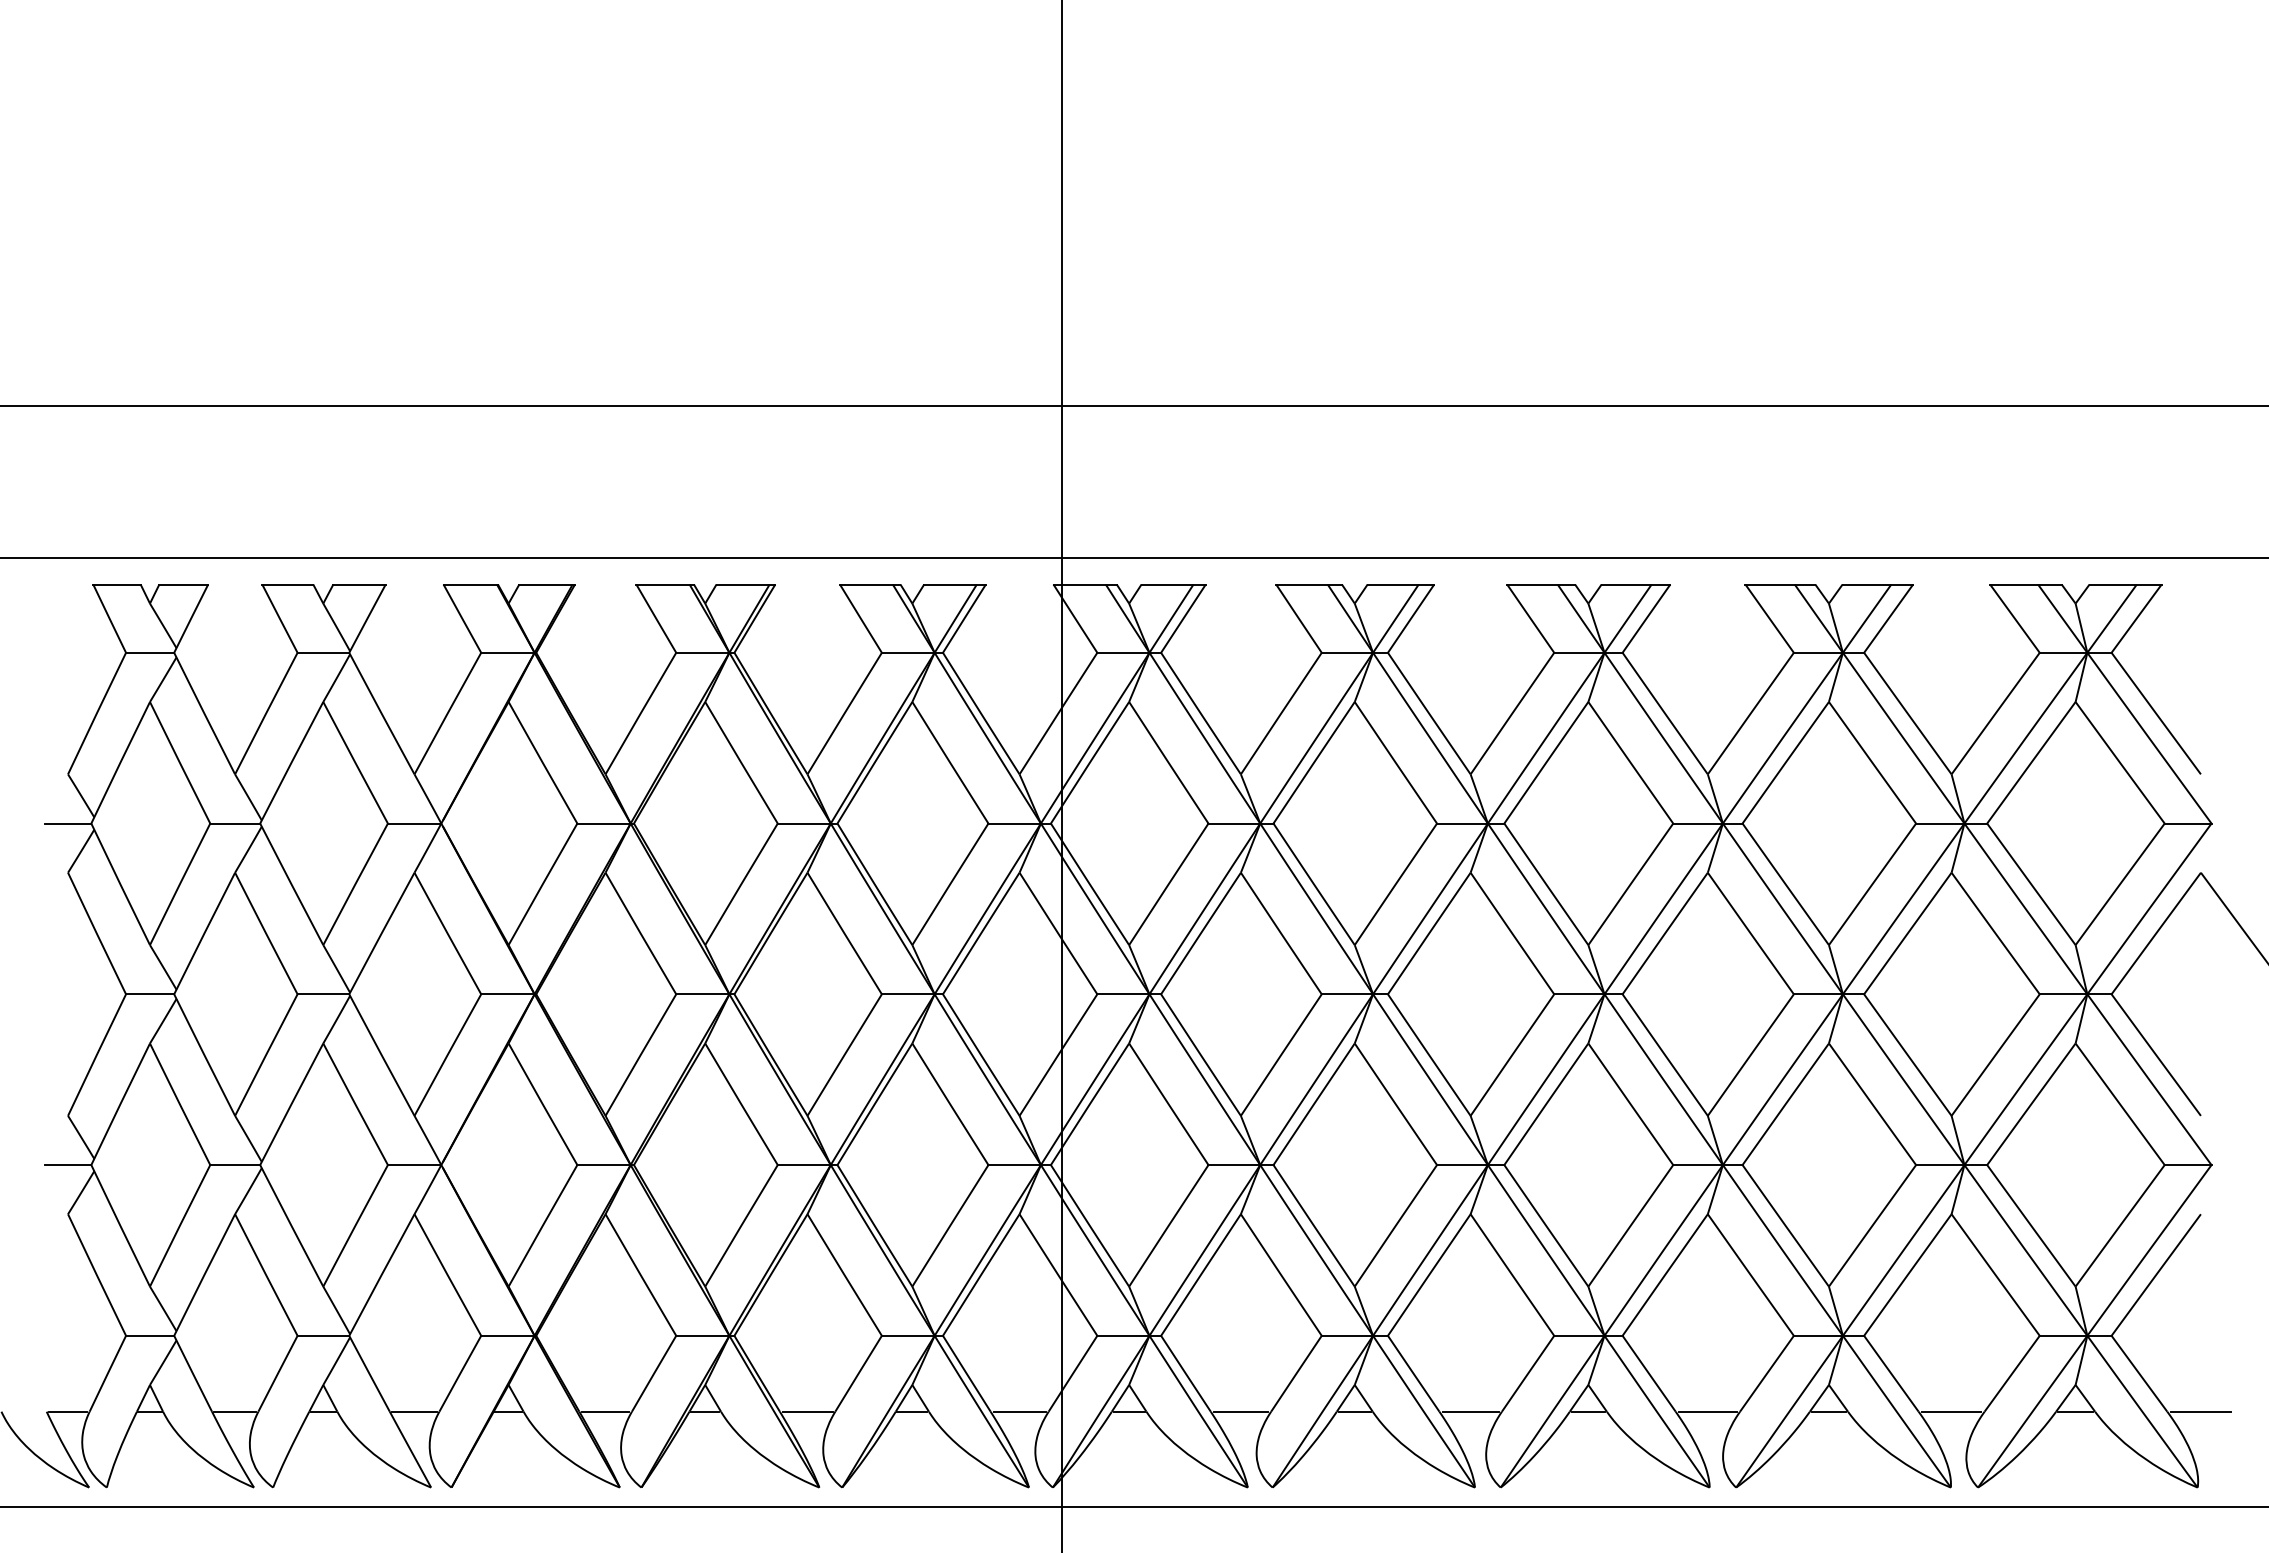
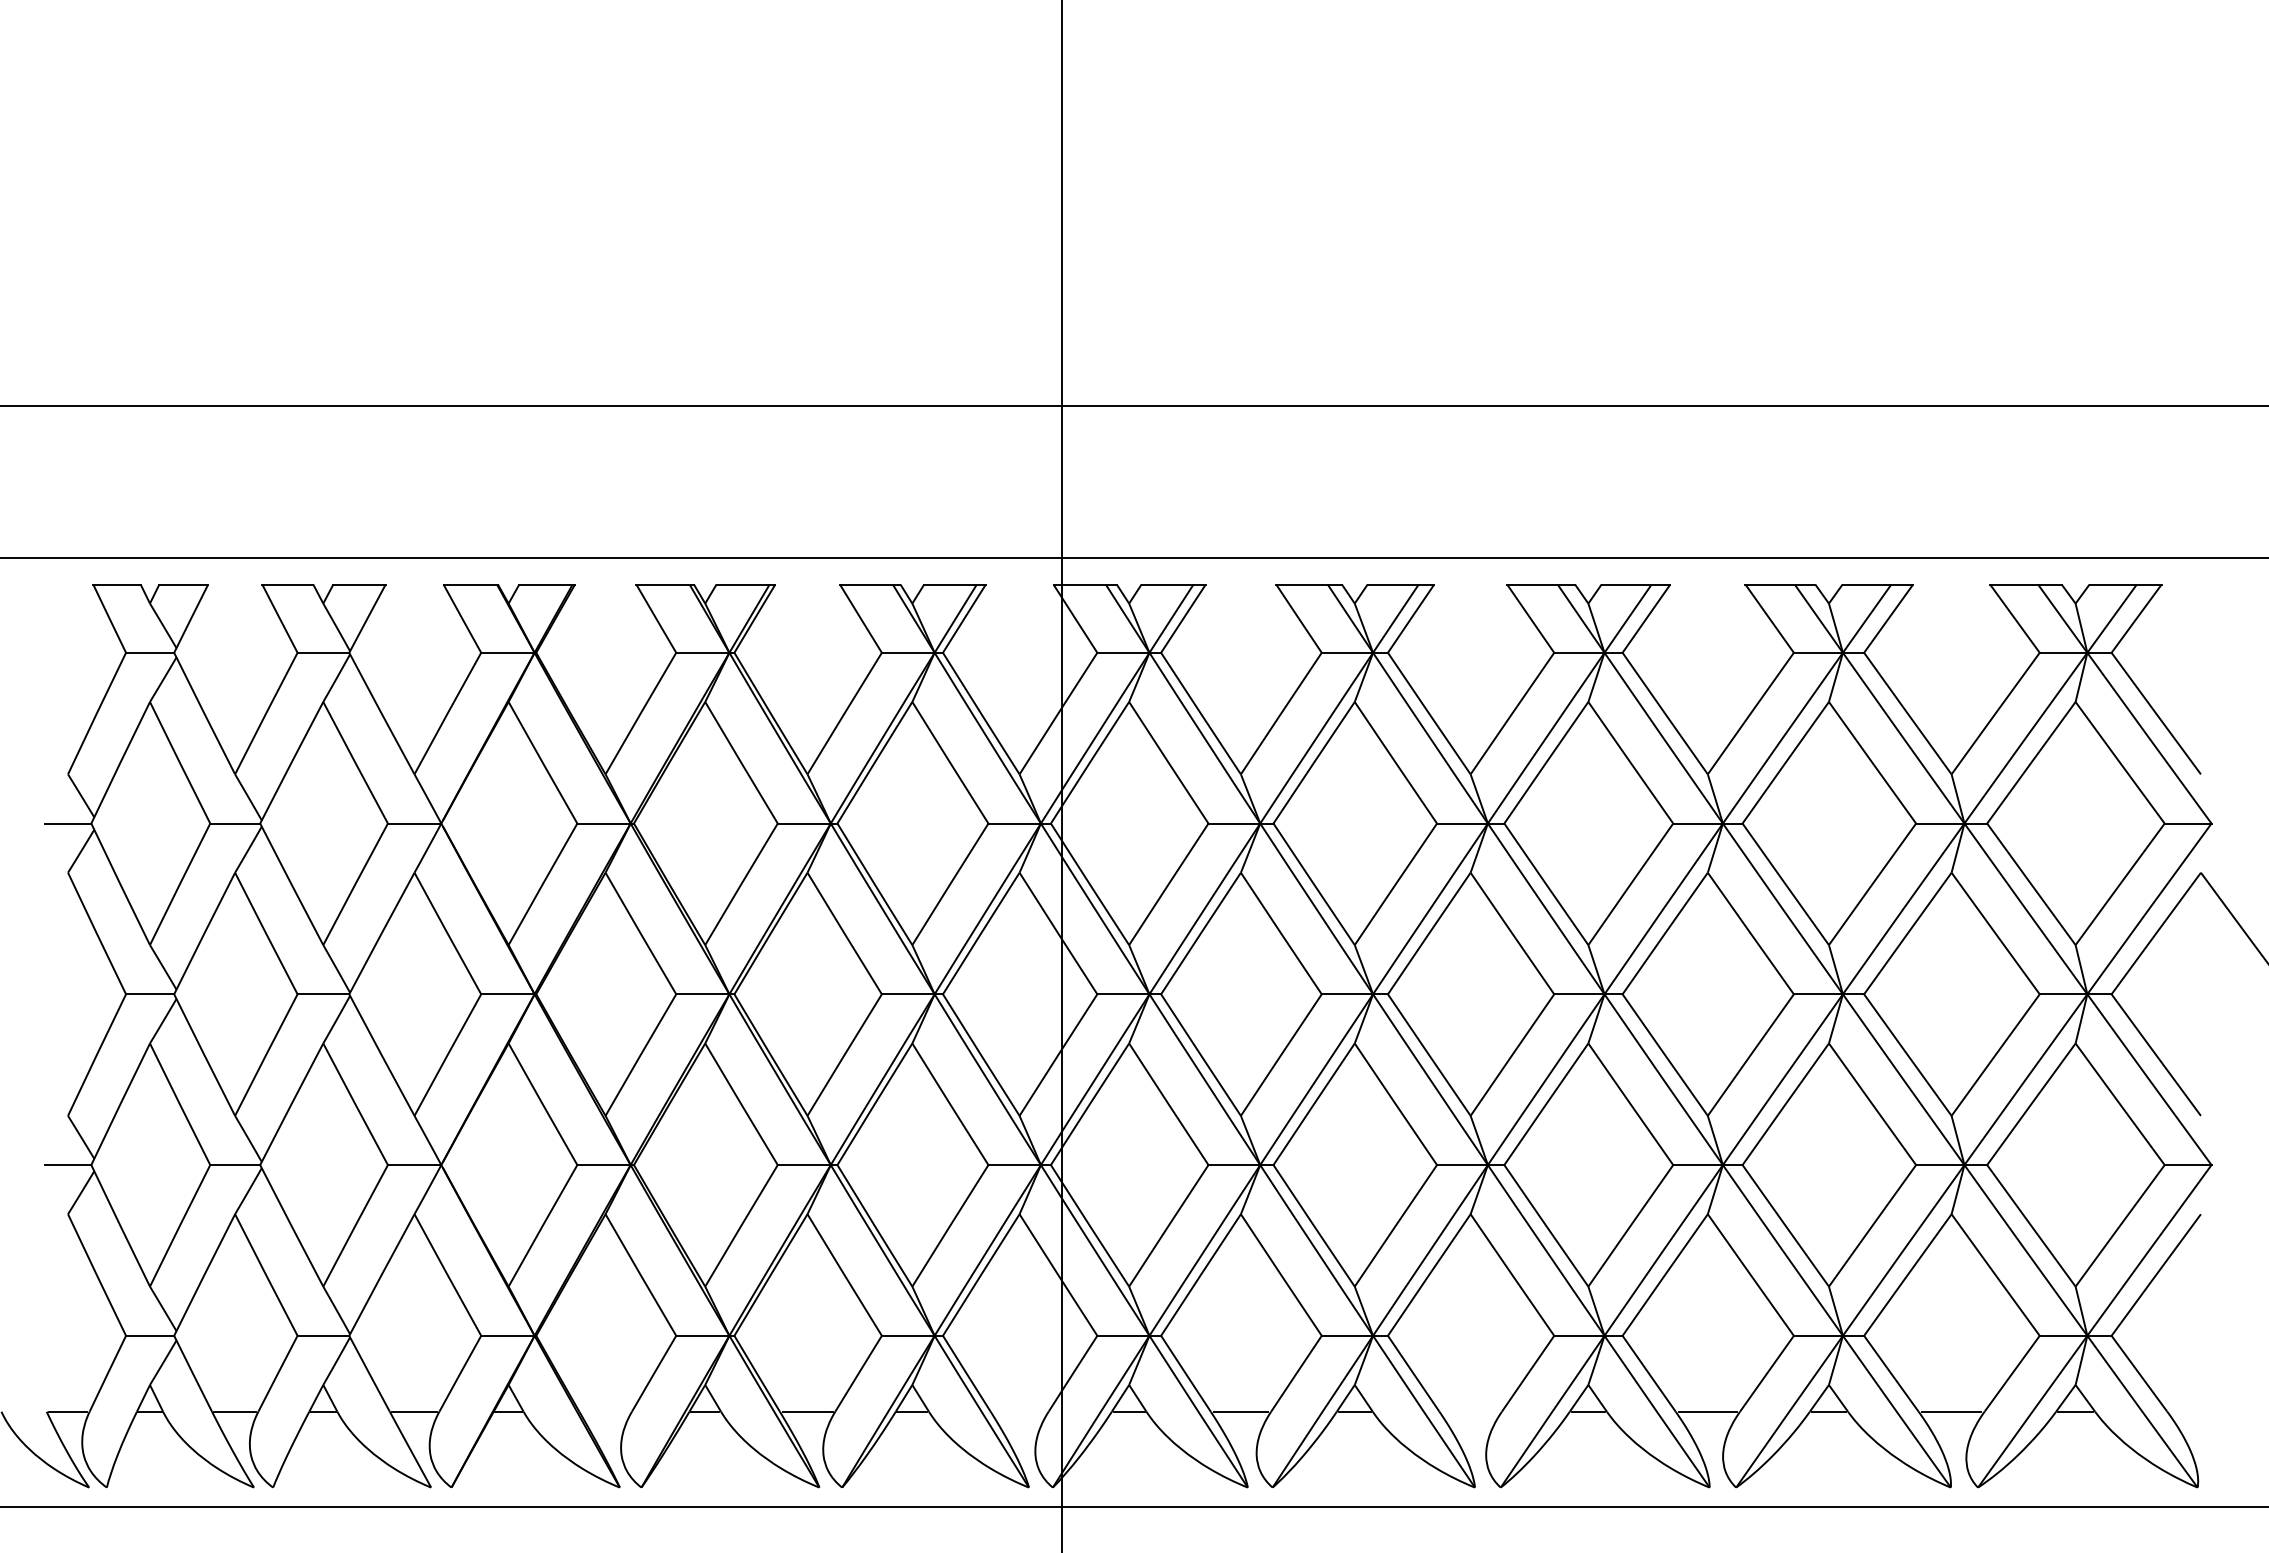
line at (605, 1411): present -> none
line at (1019, 1411): present -> none
line at (1470, 1411): present -> none
line at (2200, 1411): present -> none
